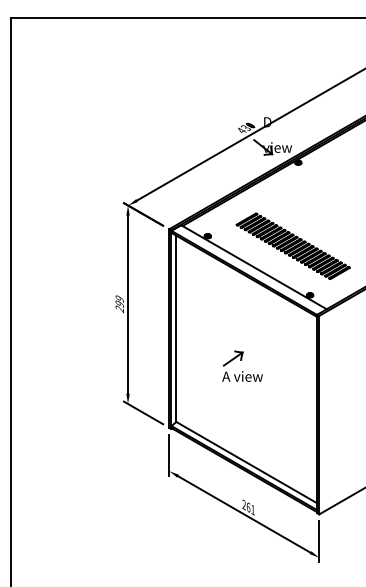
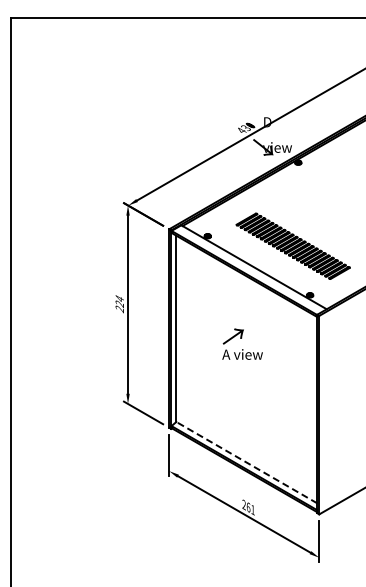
text at (119, 301): 299 -> 224
text at (242, 365) position: (242, 365) -> (242, 343)
line at (246, 462): solid -> dashed
